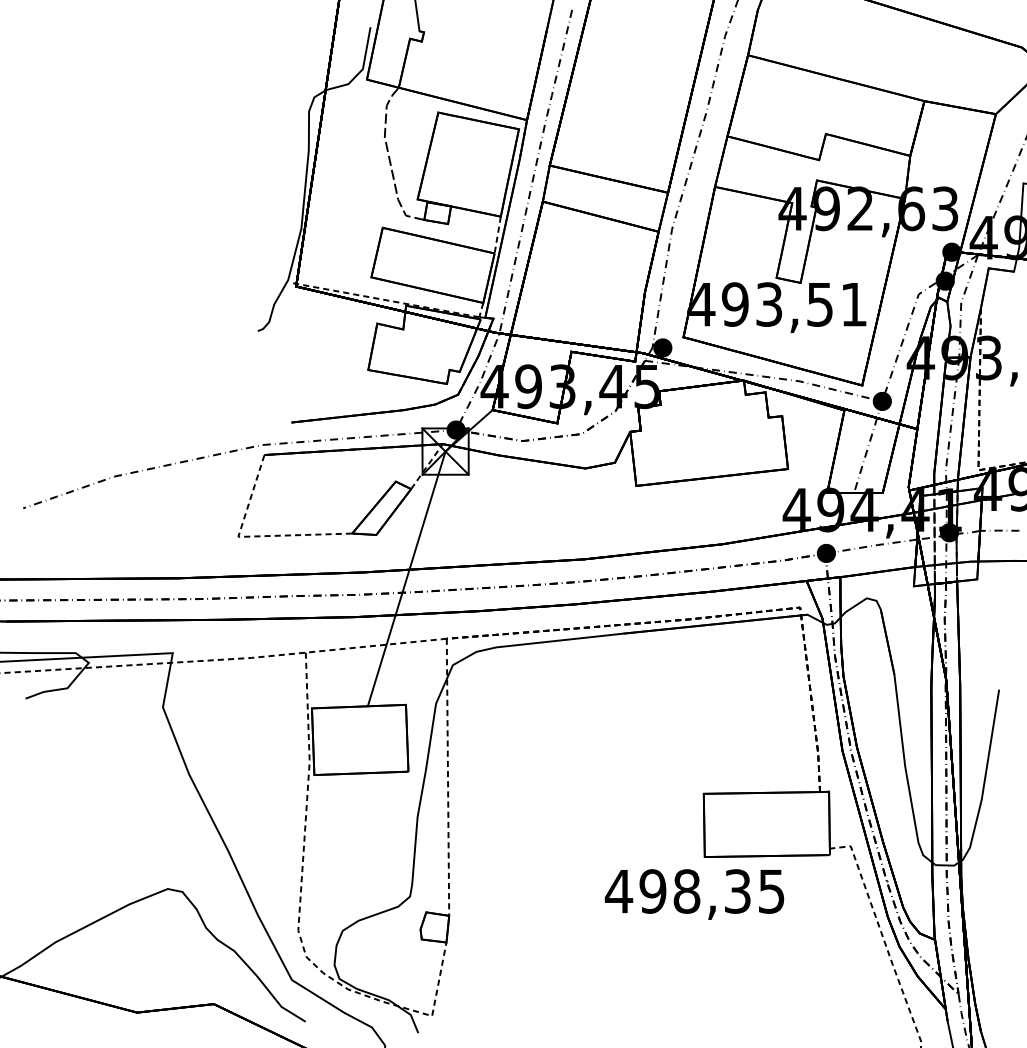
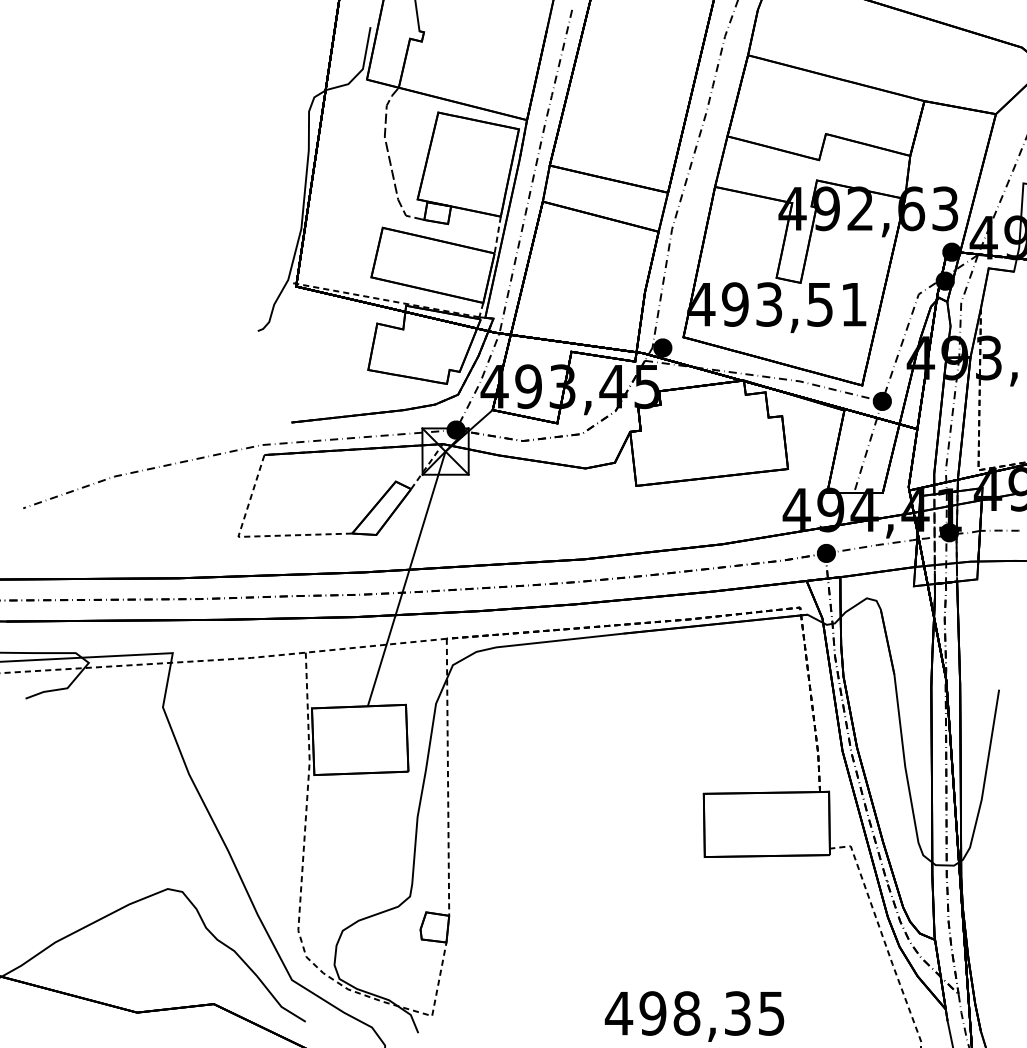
text at (694, 894) position: (694, 894) -> (694, 1016)
